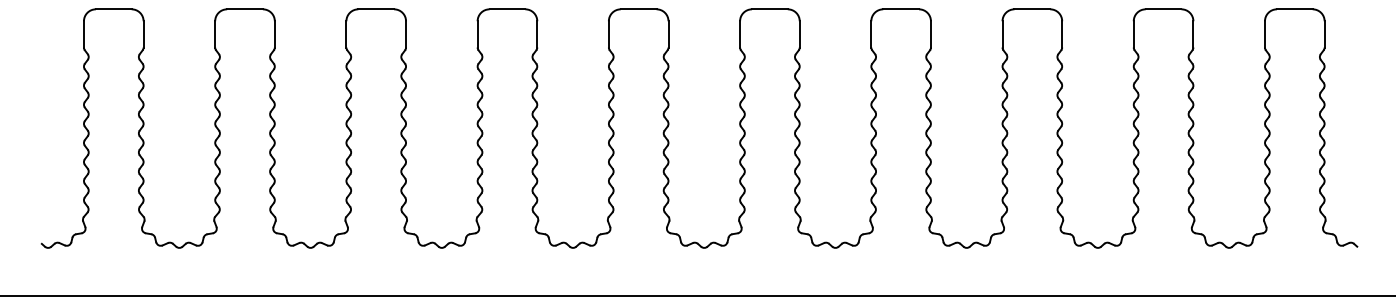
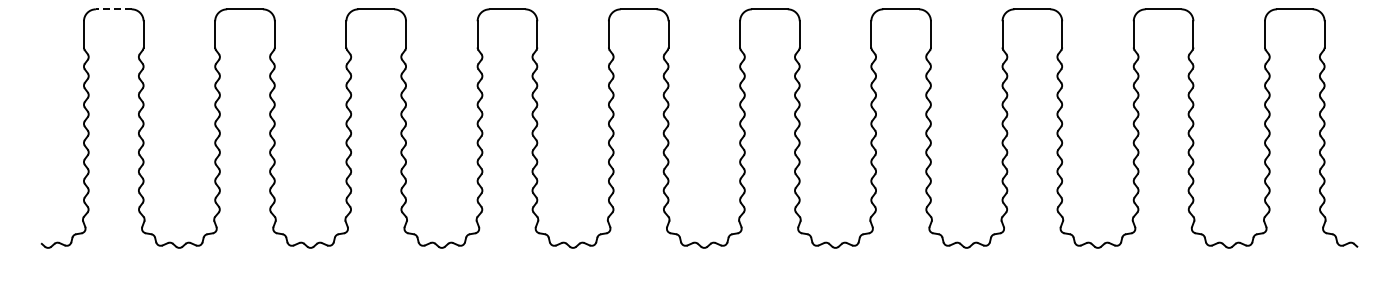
line at (113, 9): solid -> dashed
line at (697, 295): present -> none
